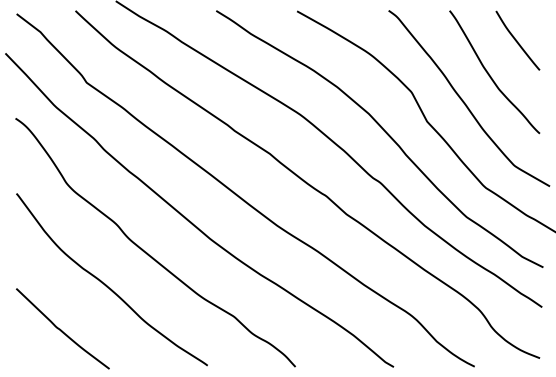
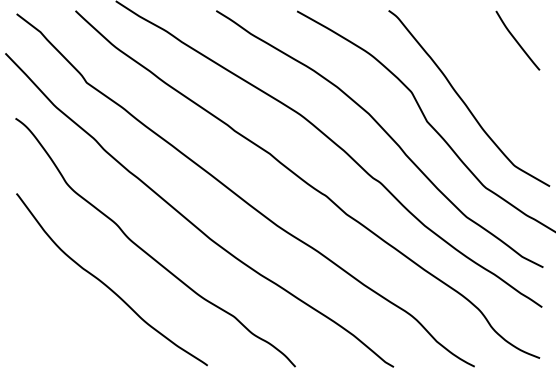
curve at (490, 75): present -> none
curve at (61, 329): present -> none
